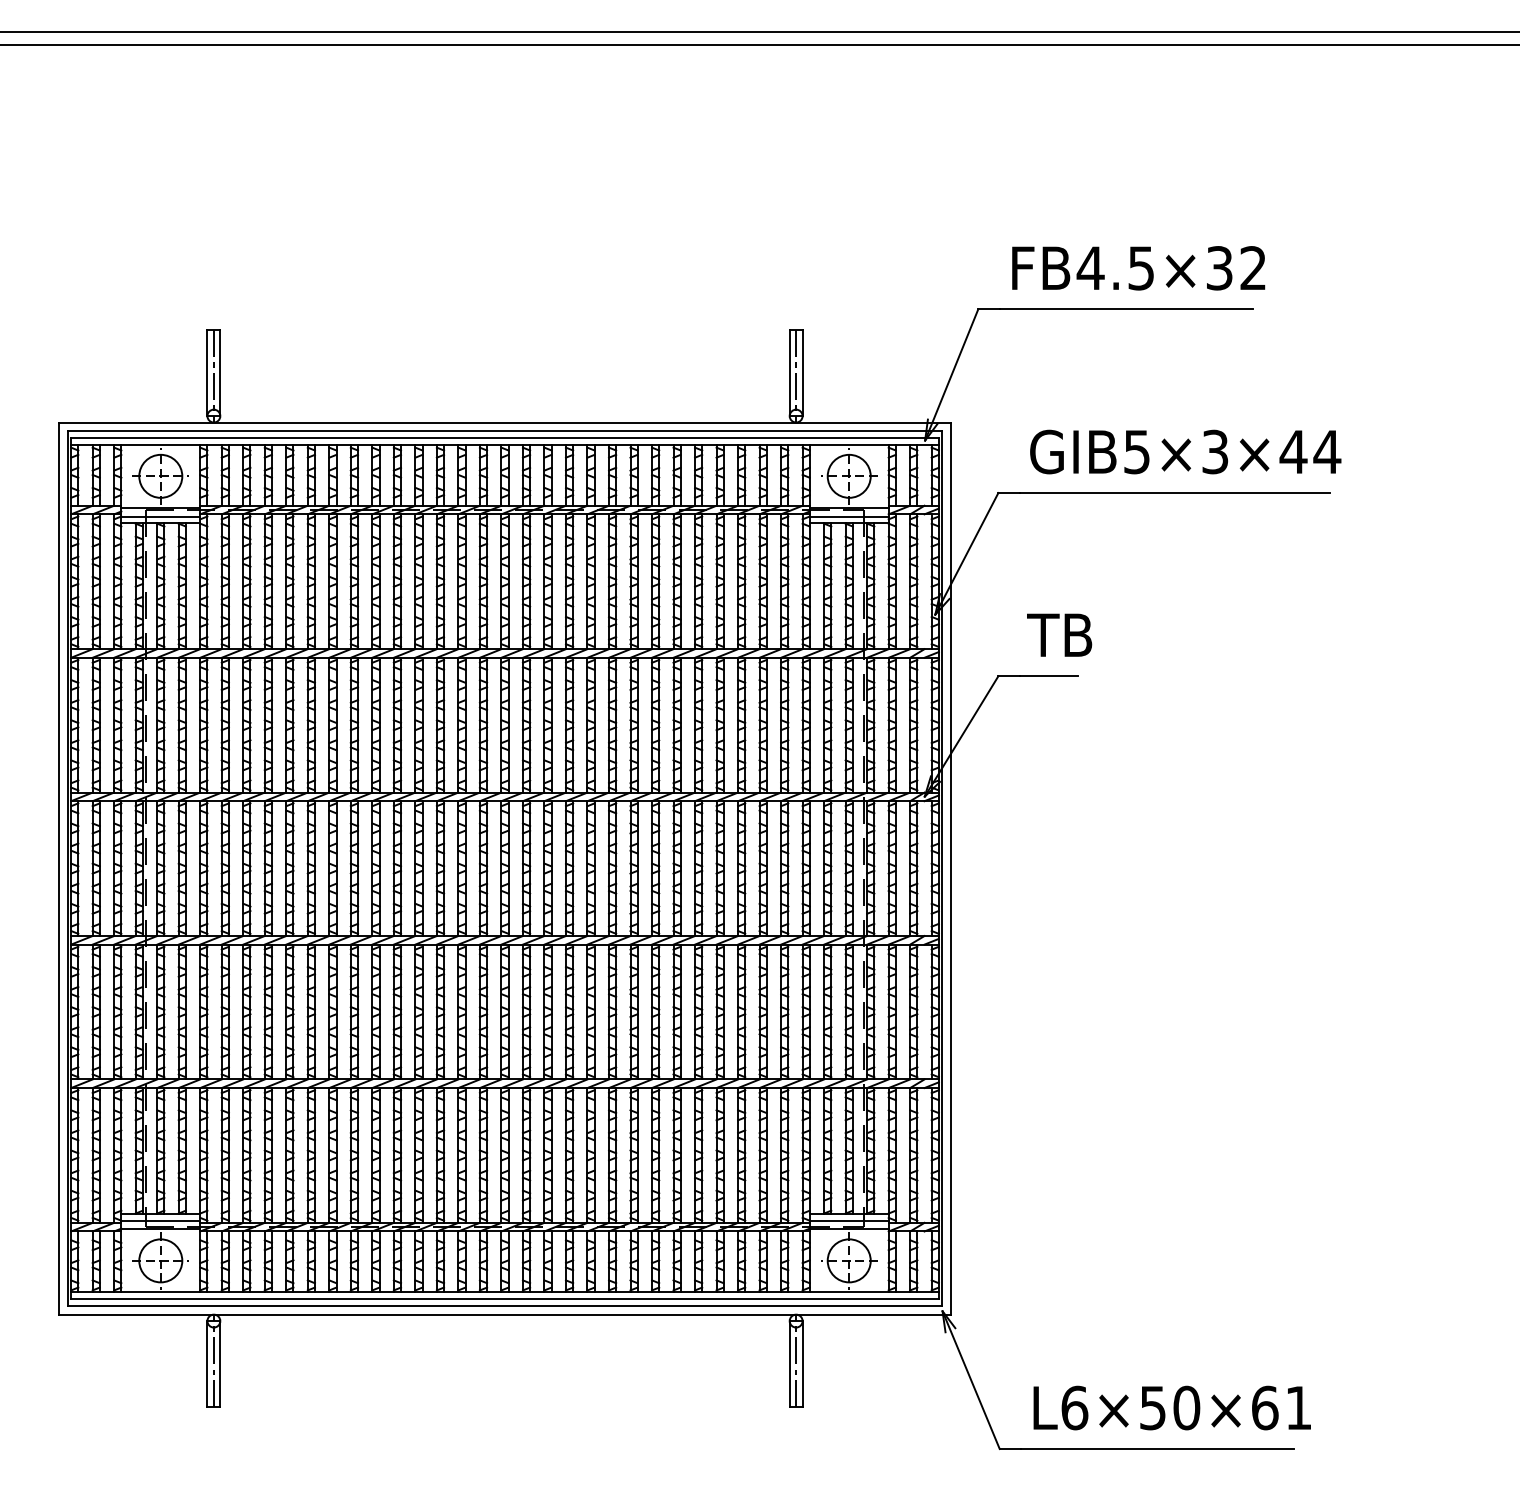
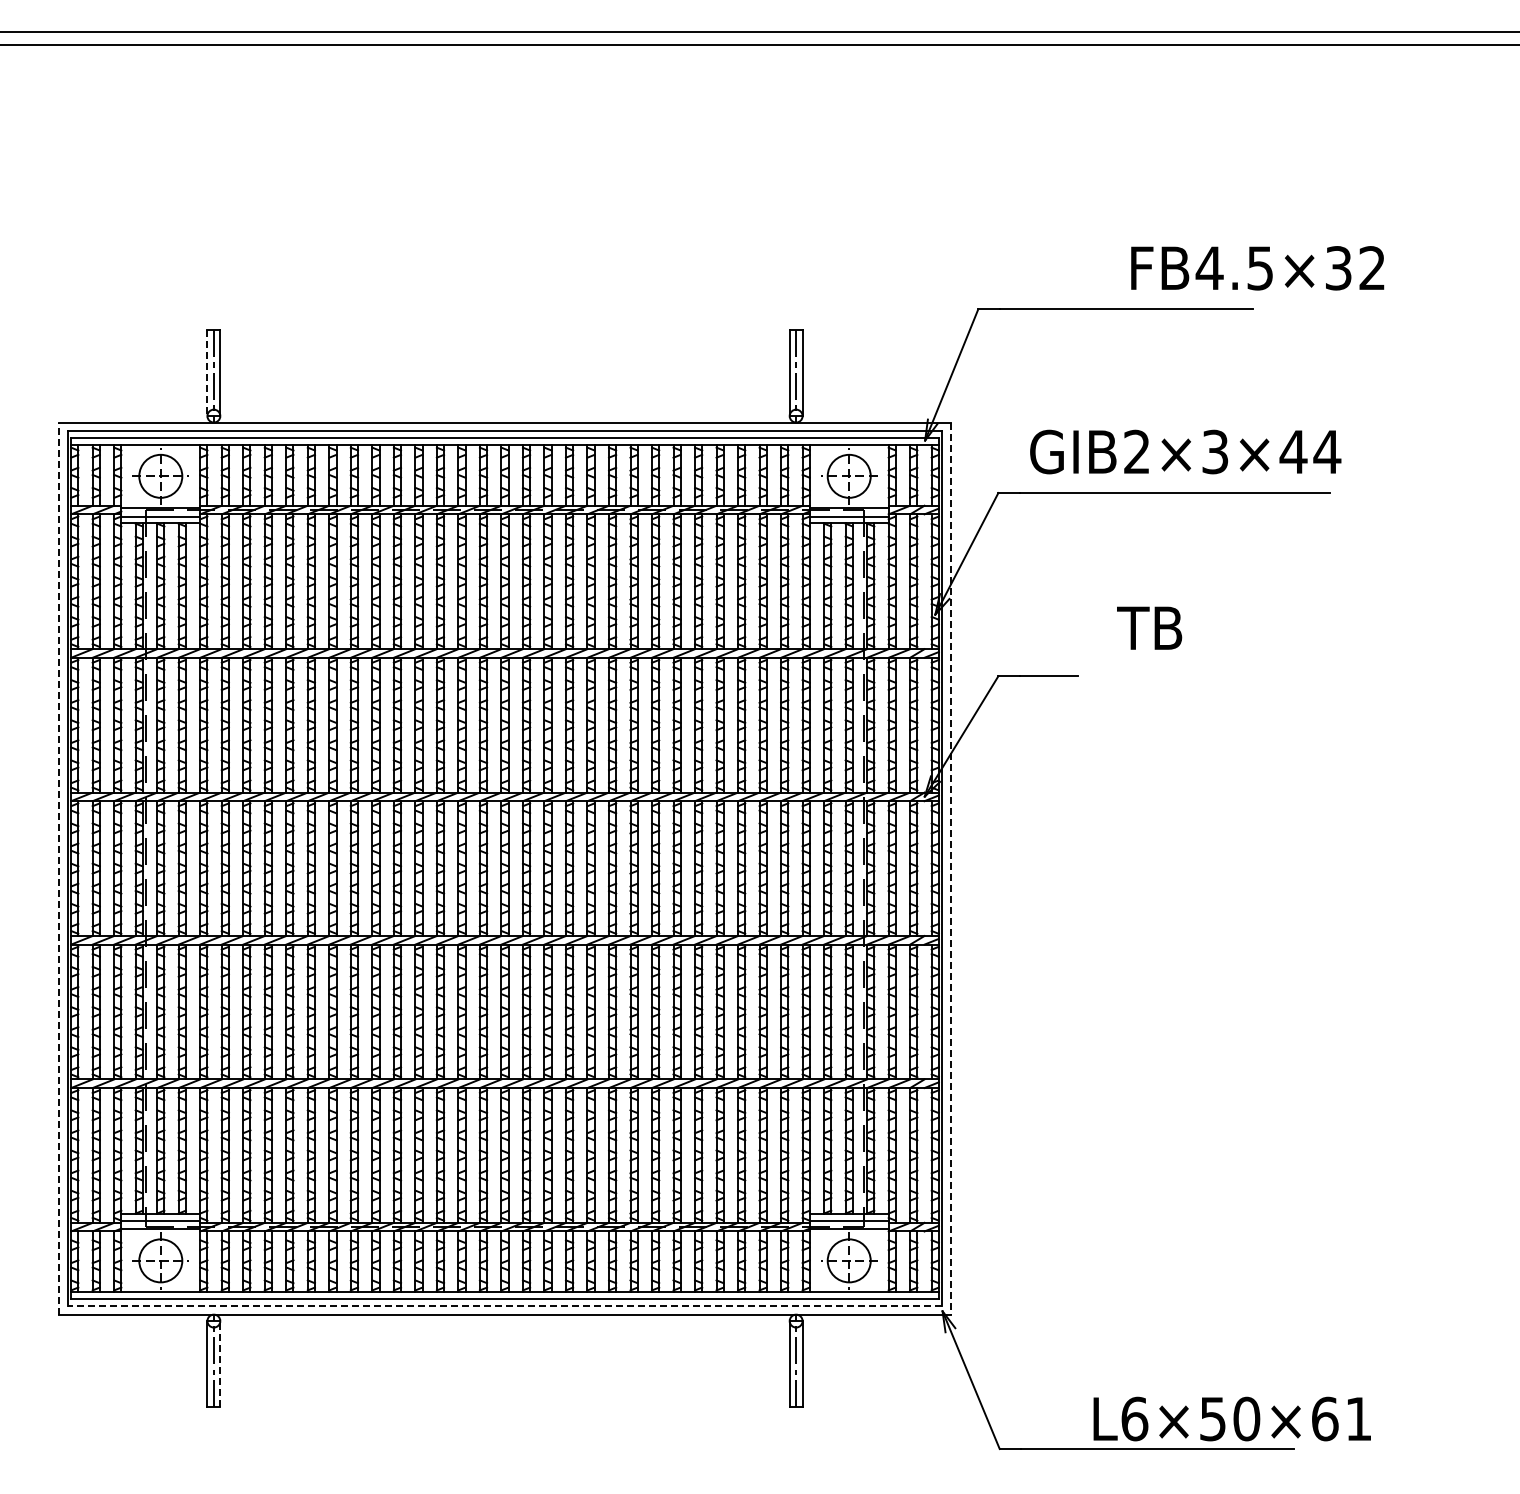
text at (1138, 268) position: (1138, 268) -> (1257, 268)
line at (207, 373): solid -> dashed
text at (1136, 451): GIB5×3×44 -> GIB2×3×44
text at (1059, 634) position: (1059, 634) -> (1149, 627)
line at (58, 868): solid -> dashed
line at (951, 869): solid -> dashed
line at (504, 1306): solid -> dashed
line at (220, 1363): solid -> dashed
text at (1171, 1407) position: (1171, 1407) -> (1231, 1418)
